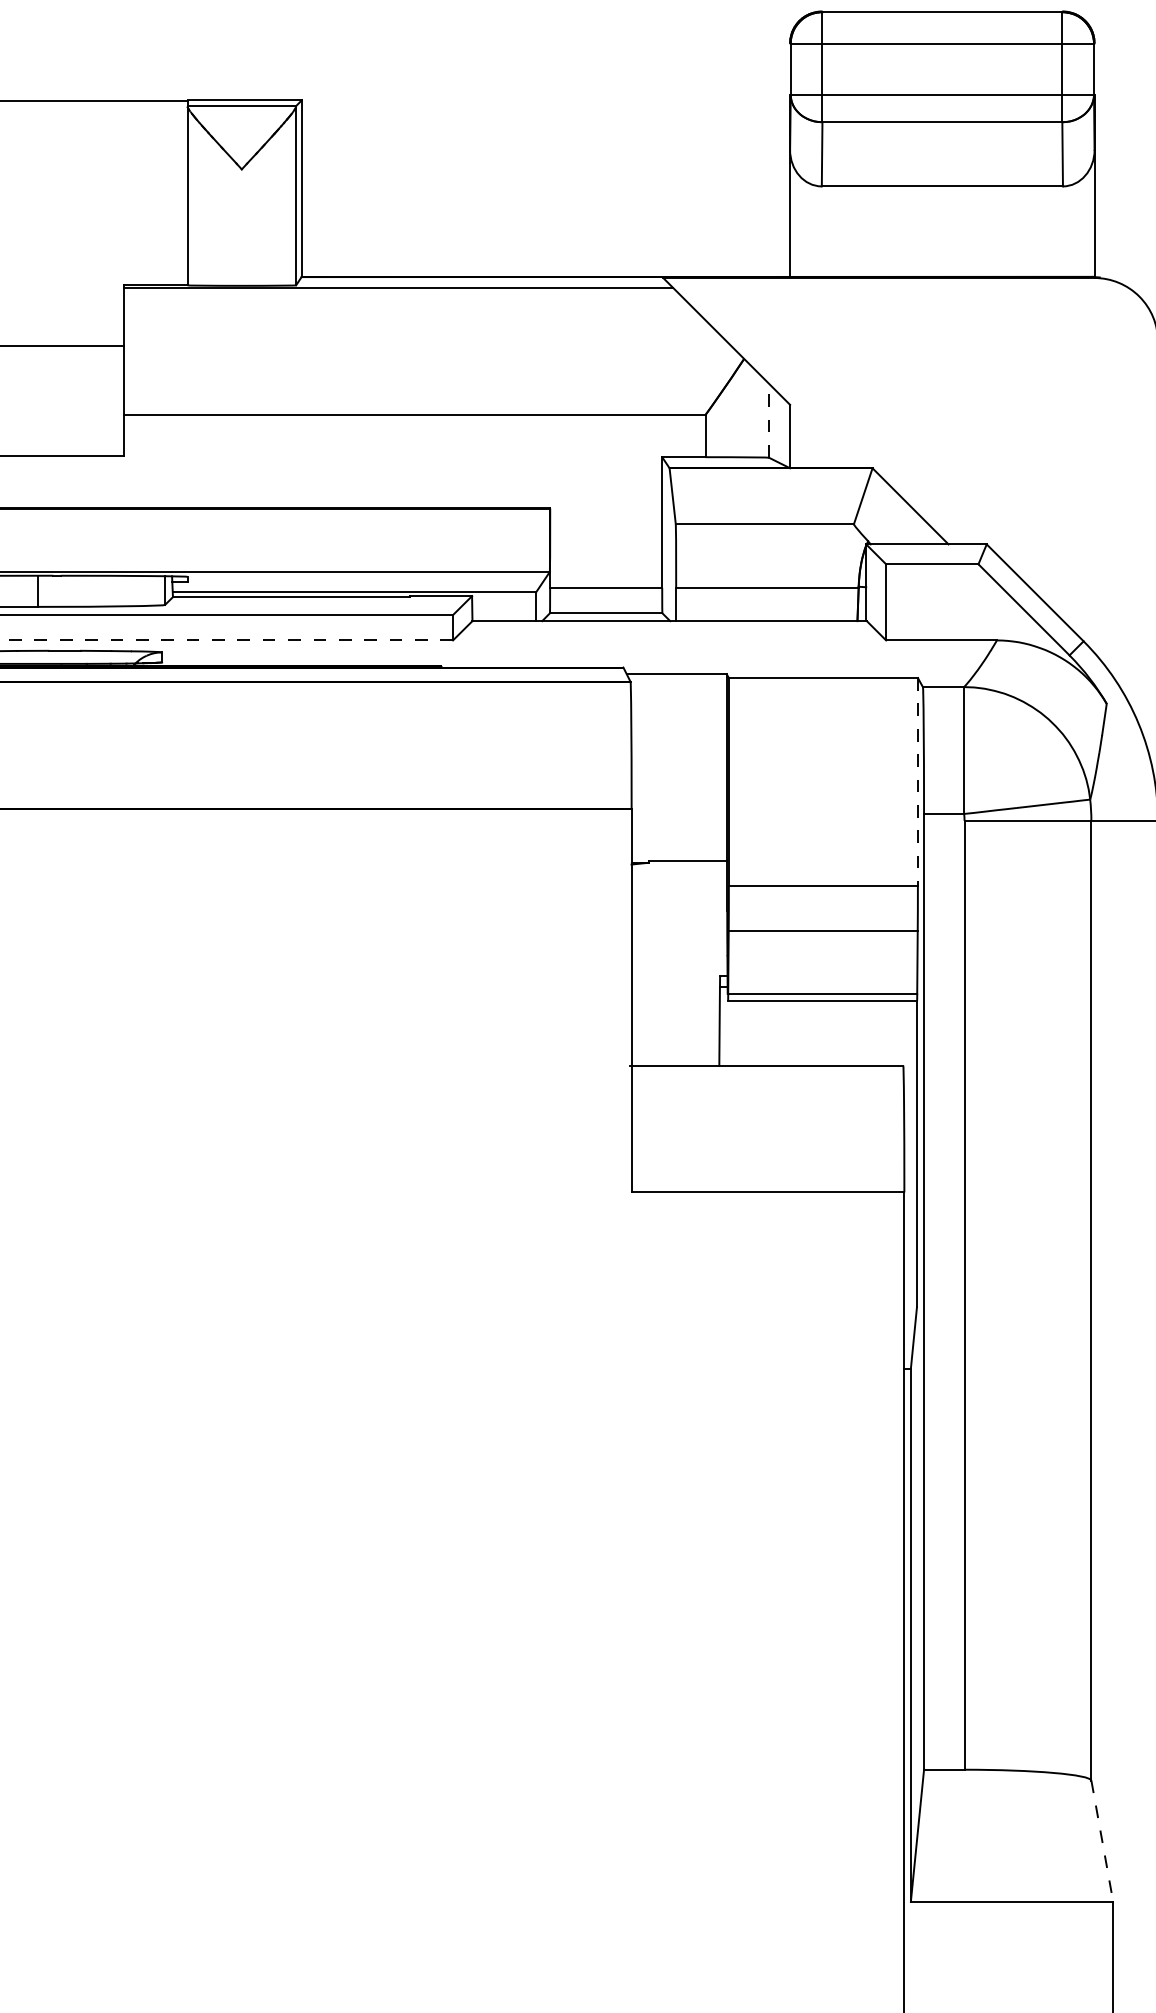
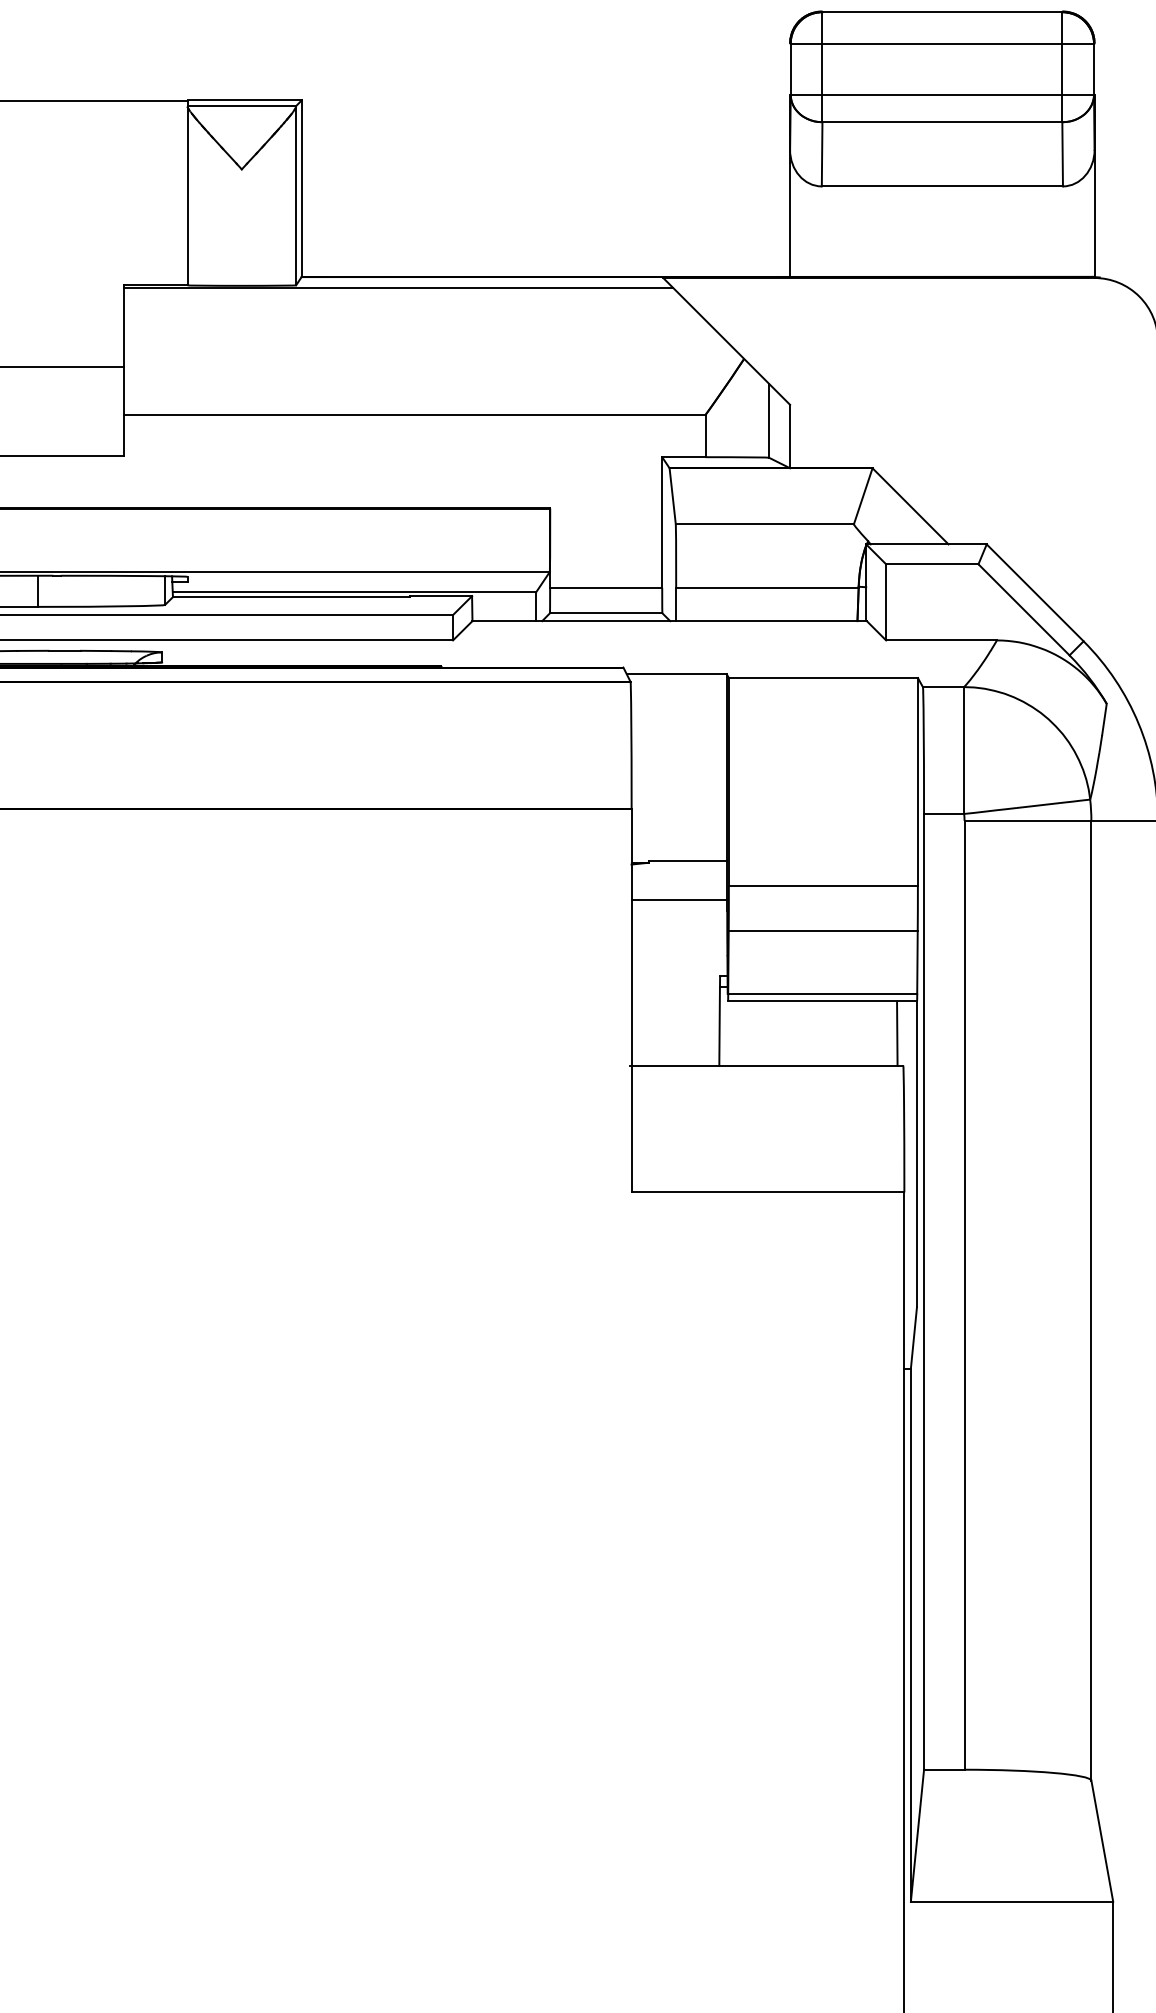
line at (63, 345) position: (63, 345) -> (63, 366)
line at (769, 420): dashed -> solid
line at (226, 640): dashed -> solid
line at (917, 782): dashed -> solid
line at (679, 899): none -> present
line at (897, 1033): none -> present
line at (1102, 1841): dashed -> solid
